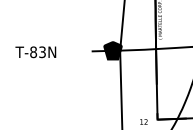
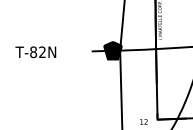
text at (42, 52): T-83N -> T-82N
